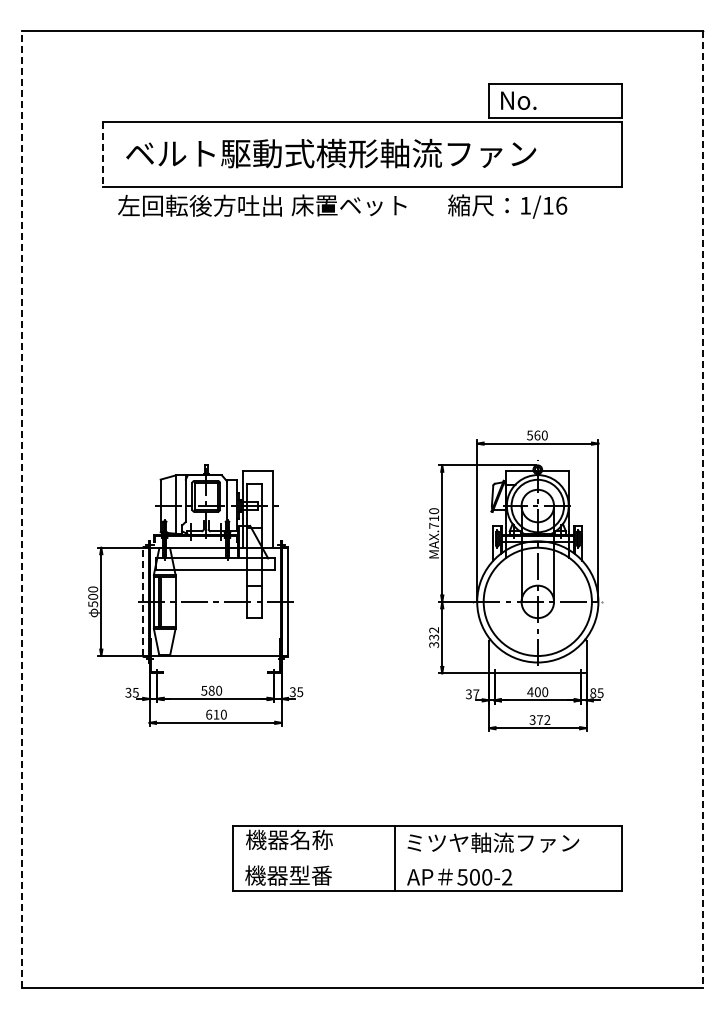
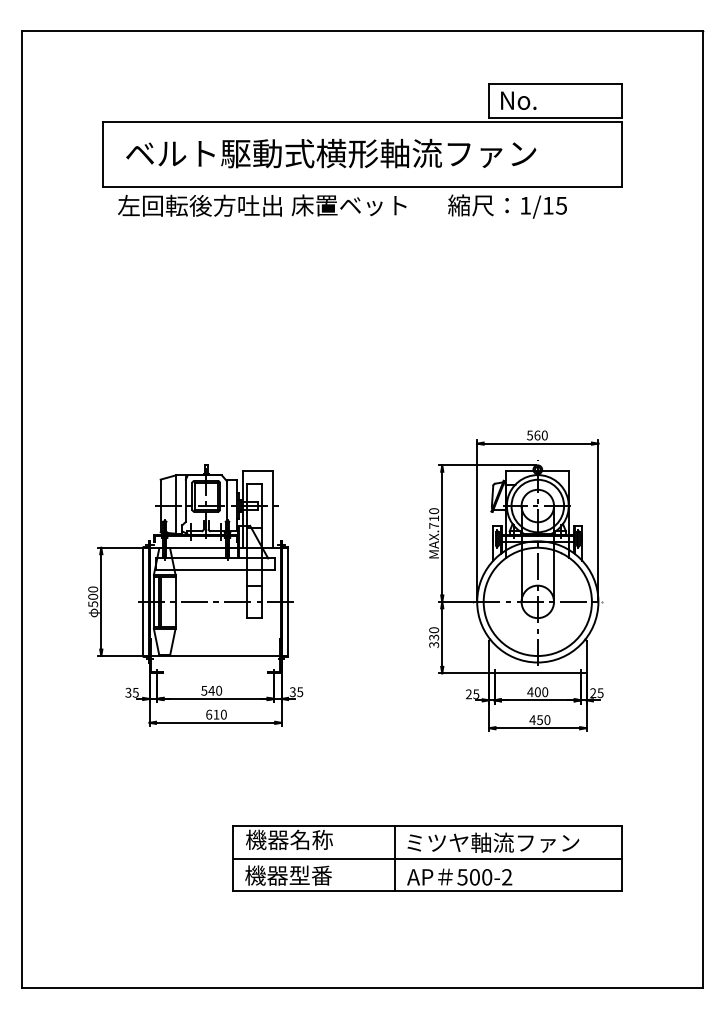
line at (102, 154): dashed -> solid
text at (561, 205): 1/16 -> 1/15
line at (21, 509): dashed -> solid
line at (703, 509): dashed -> solid
line at (143, 601): dashed -> solid
text at (434, 630): 332 -> 330
text at (211, 690): 580 -> 540
text at (593, 692): 85 -> 25
text at (472, 694): 37 -> 25
text at (539, 720): 372 -> 450
line at (427, 858): none -> present
